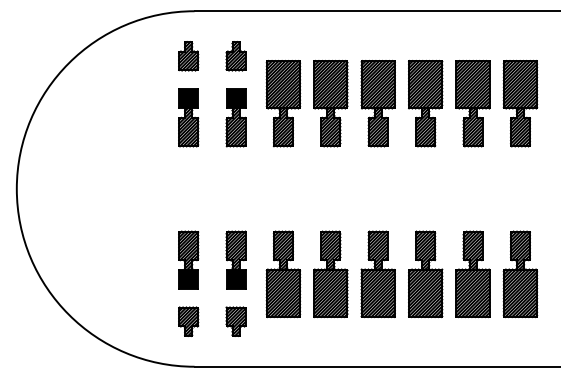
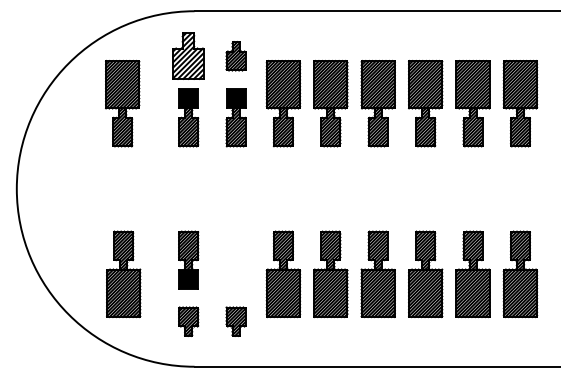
part at (188, 56) size: 22x31 px -> 33x48 px
part at (122, 103): none -> present
part at (235, 259): present -> none
part at (123, 274): none -> present
